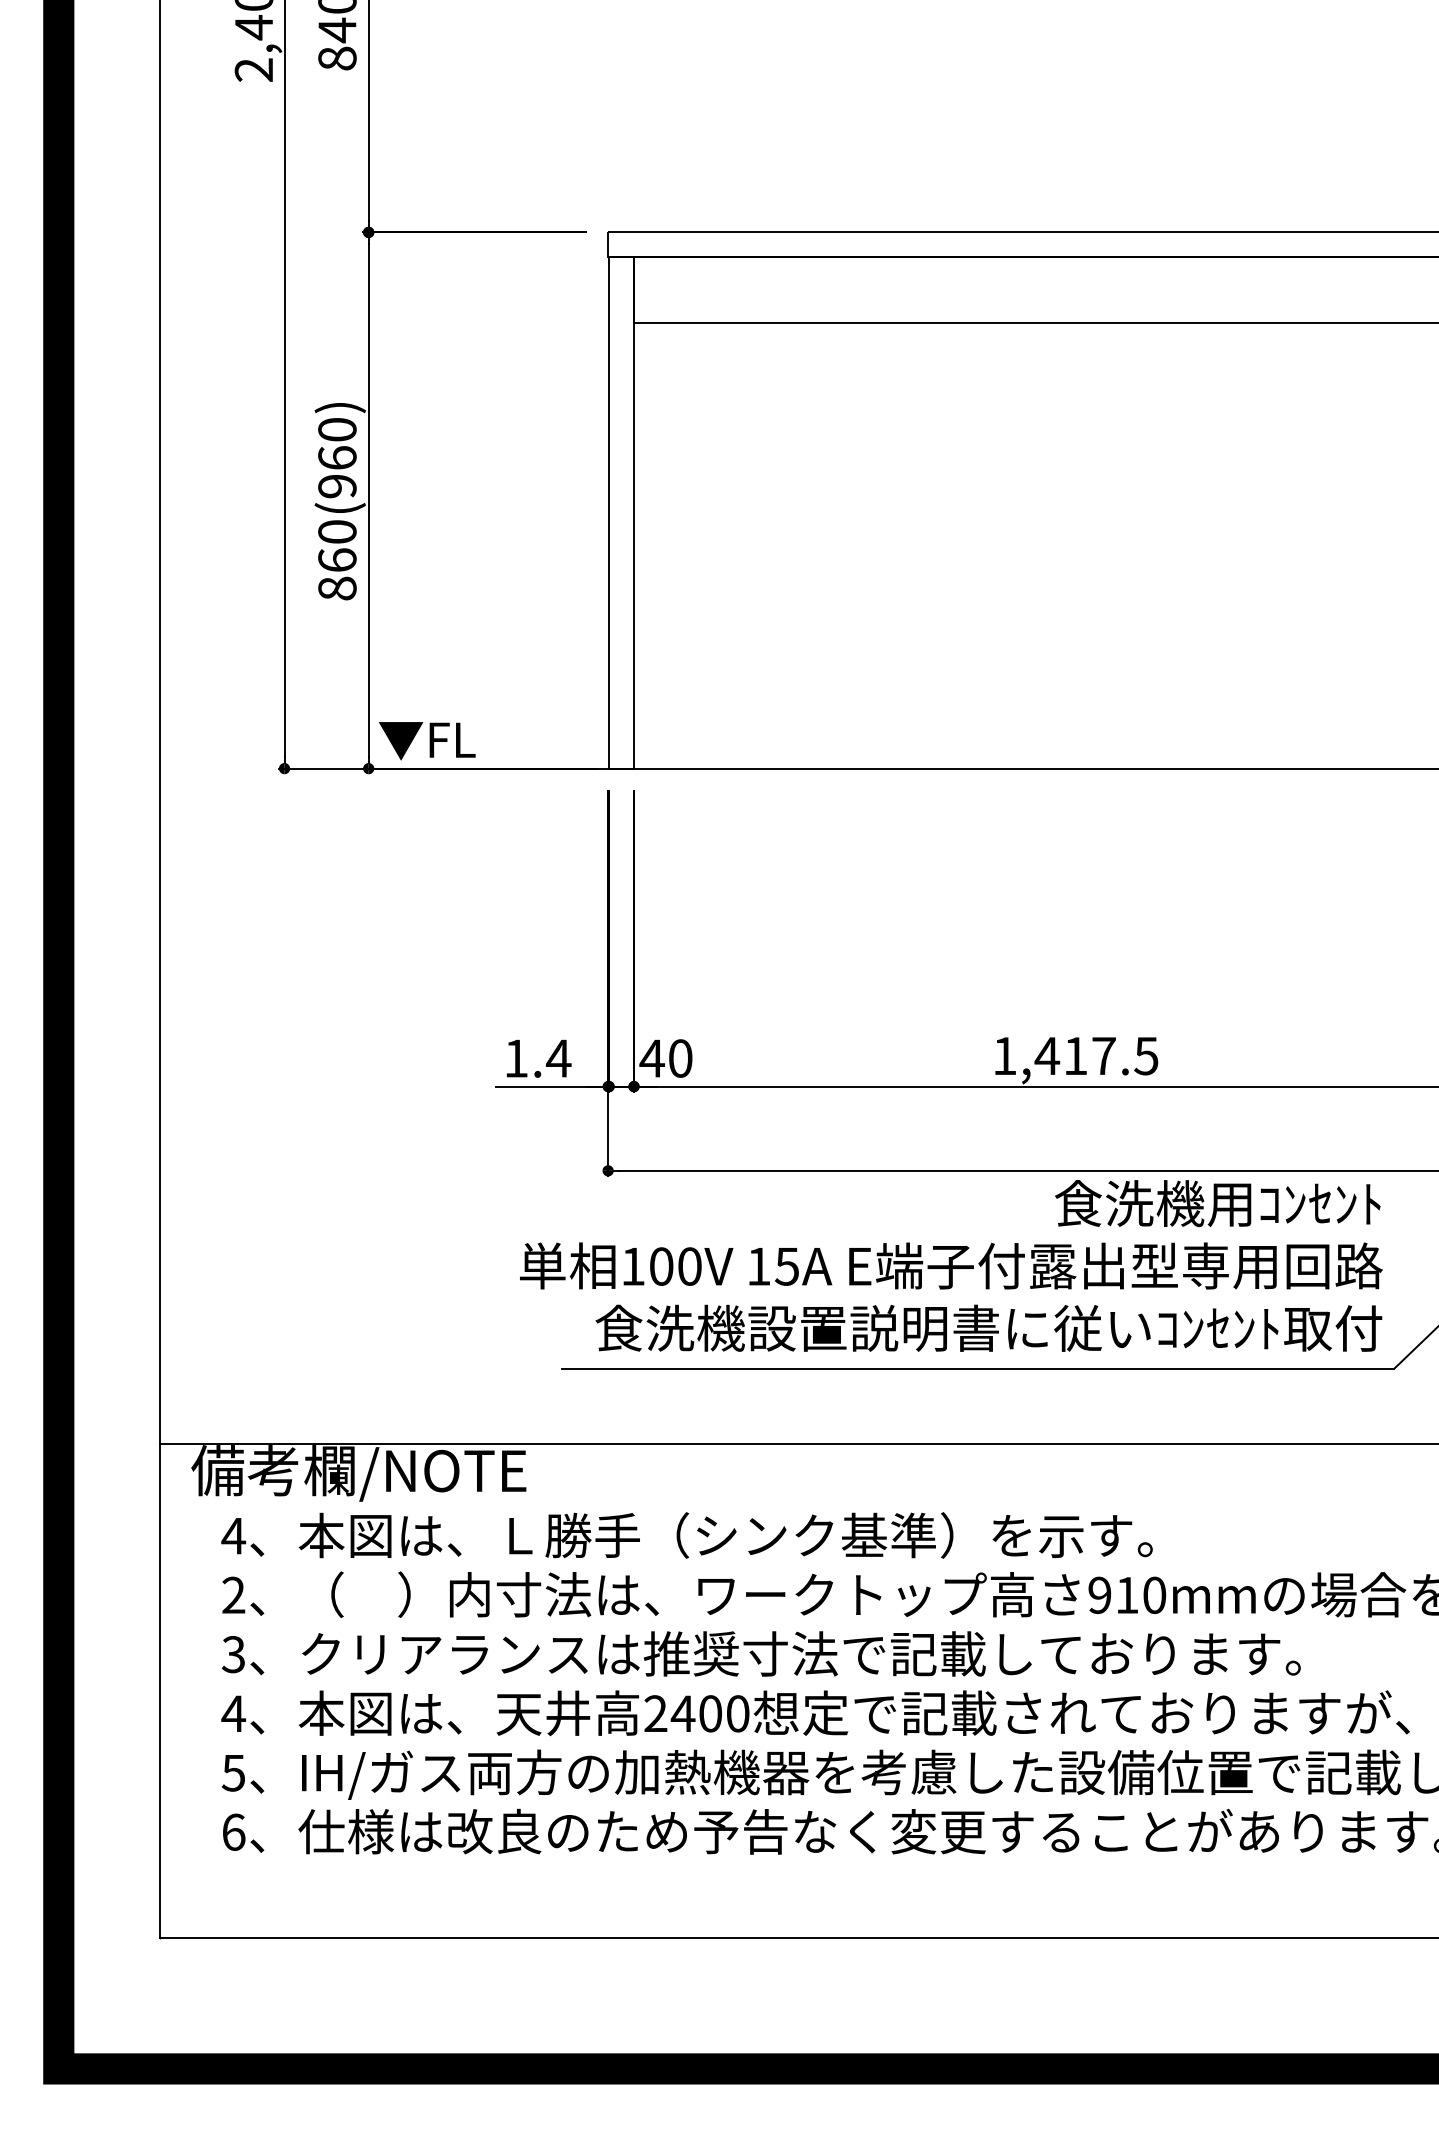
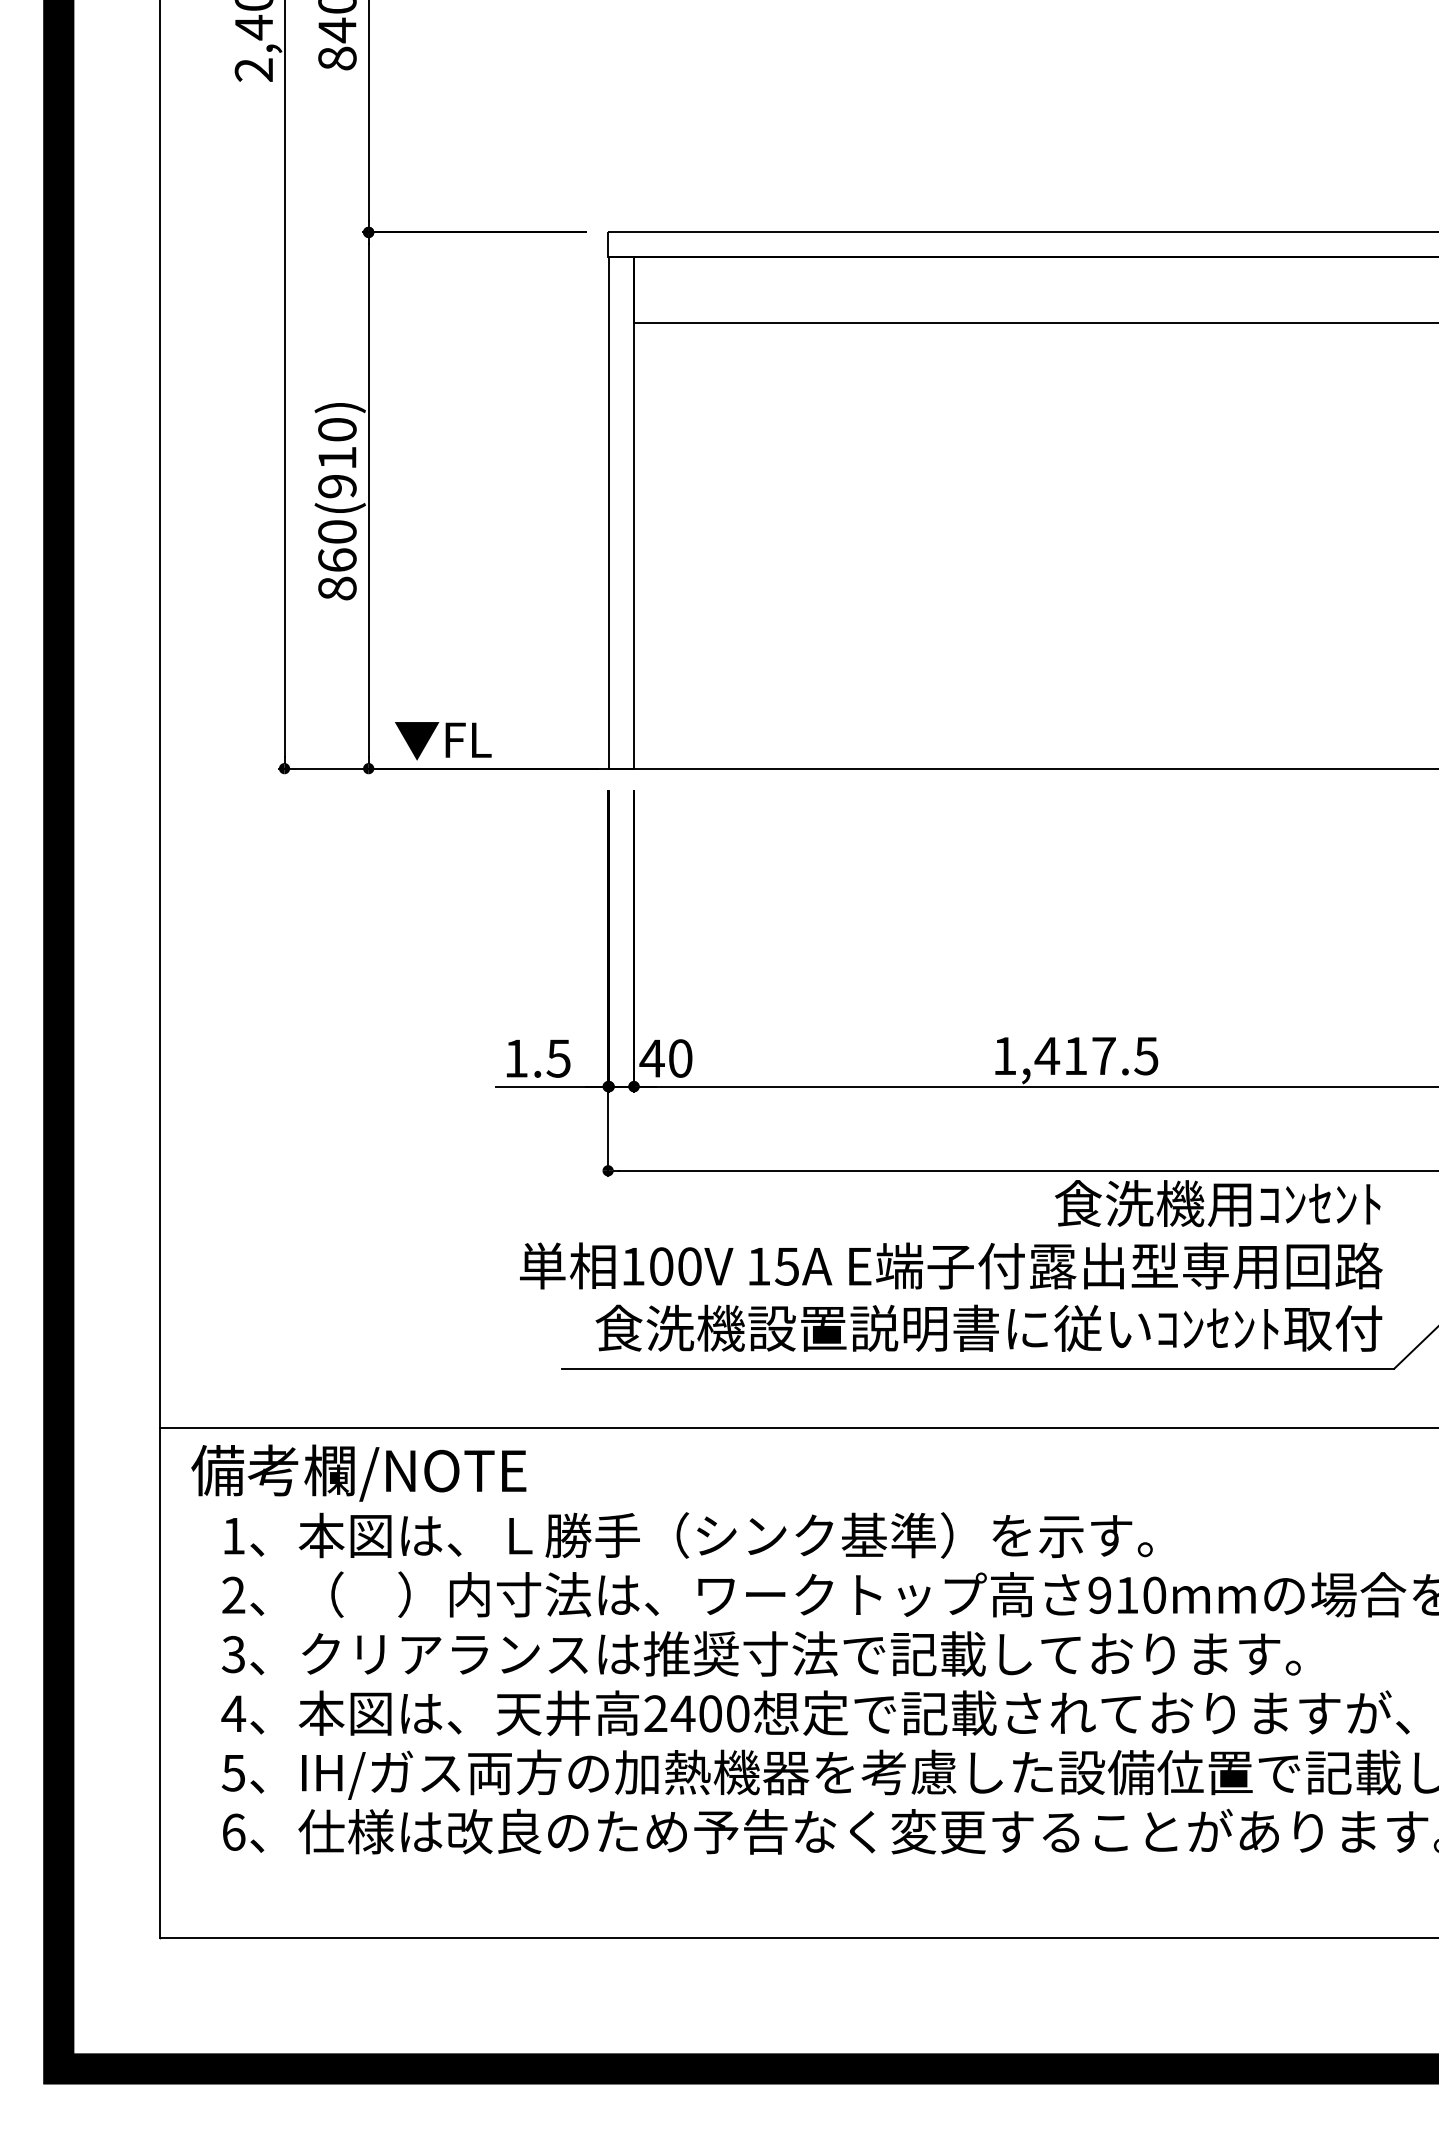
text at (337, 457): 860(960) -> 860(910)
text at (427, 741) position: (427, 741) -> (443, 741)
text at (558, 1058): 1.4 -> 1.5
line at (797, 1444) position: (797, 1444) -> (797, 1428)
text at (233, 1536): 4 -> 1
